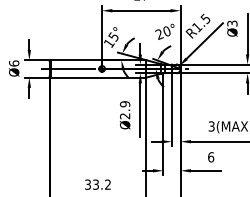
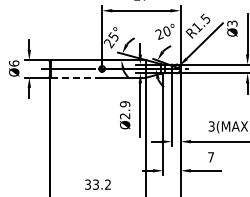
text at (109, 43): 15° -> 25°
line at (77, 77): solid -> dashed
text at (211, 157): 6 -> 7
